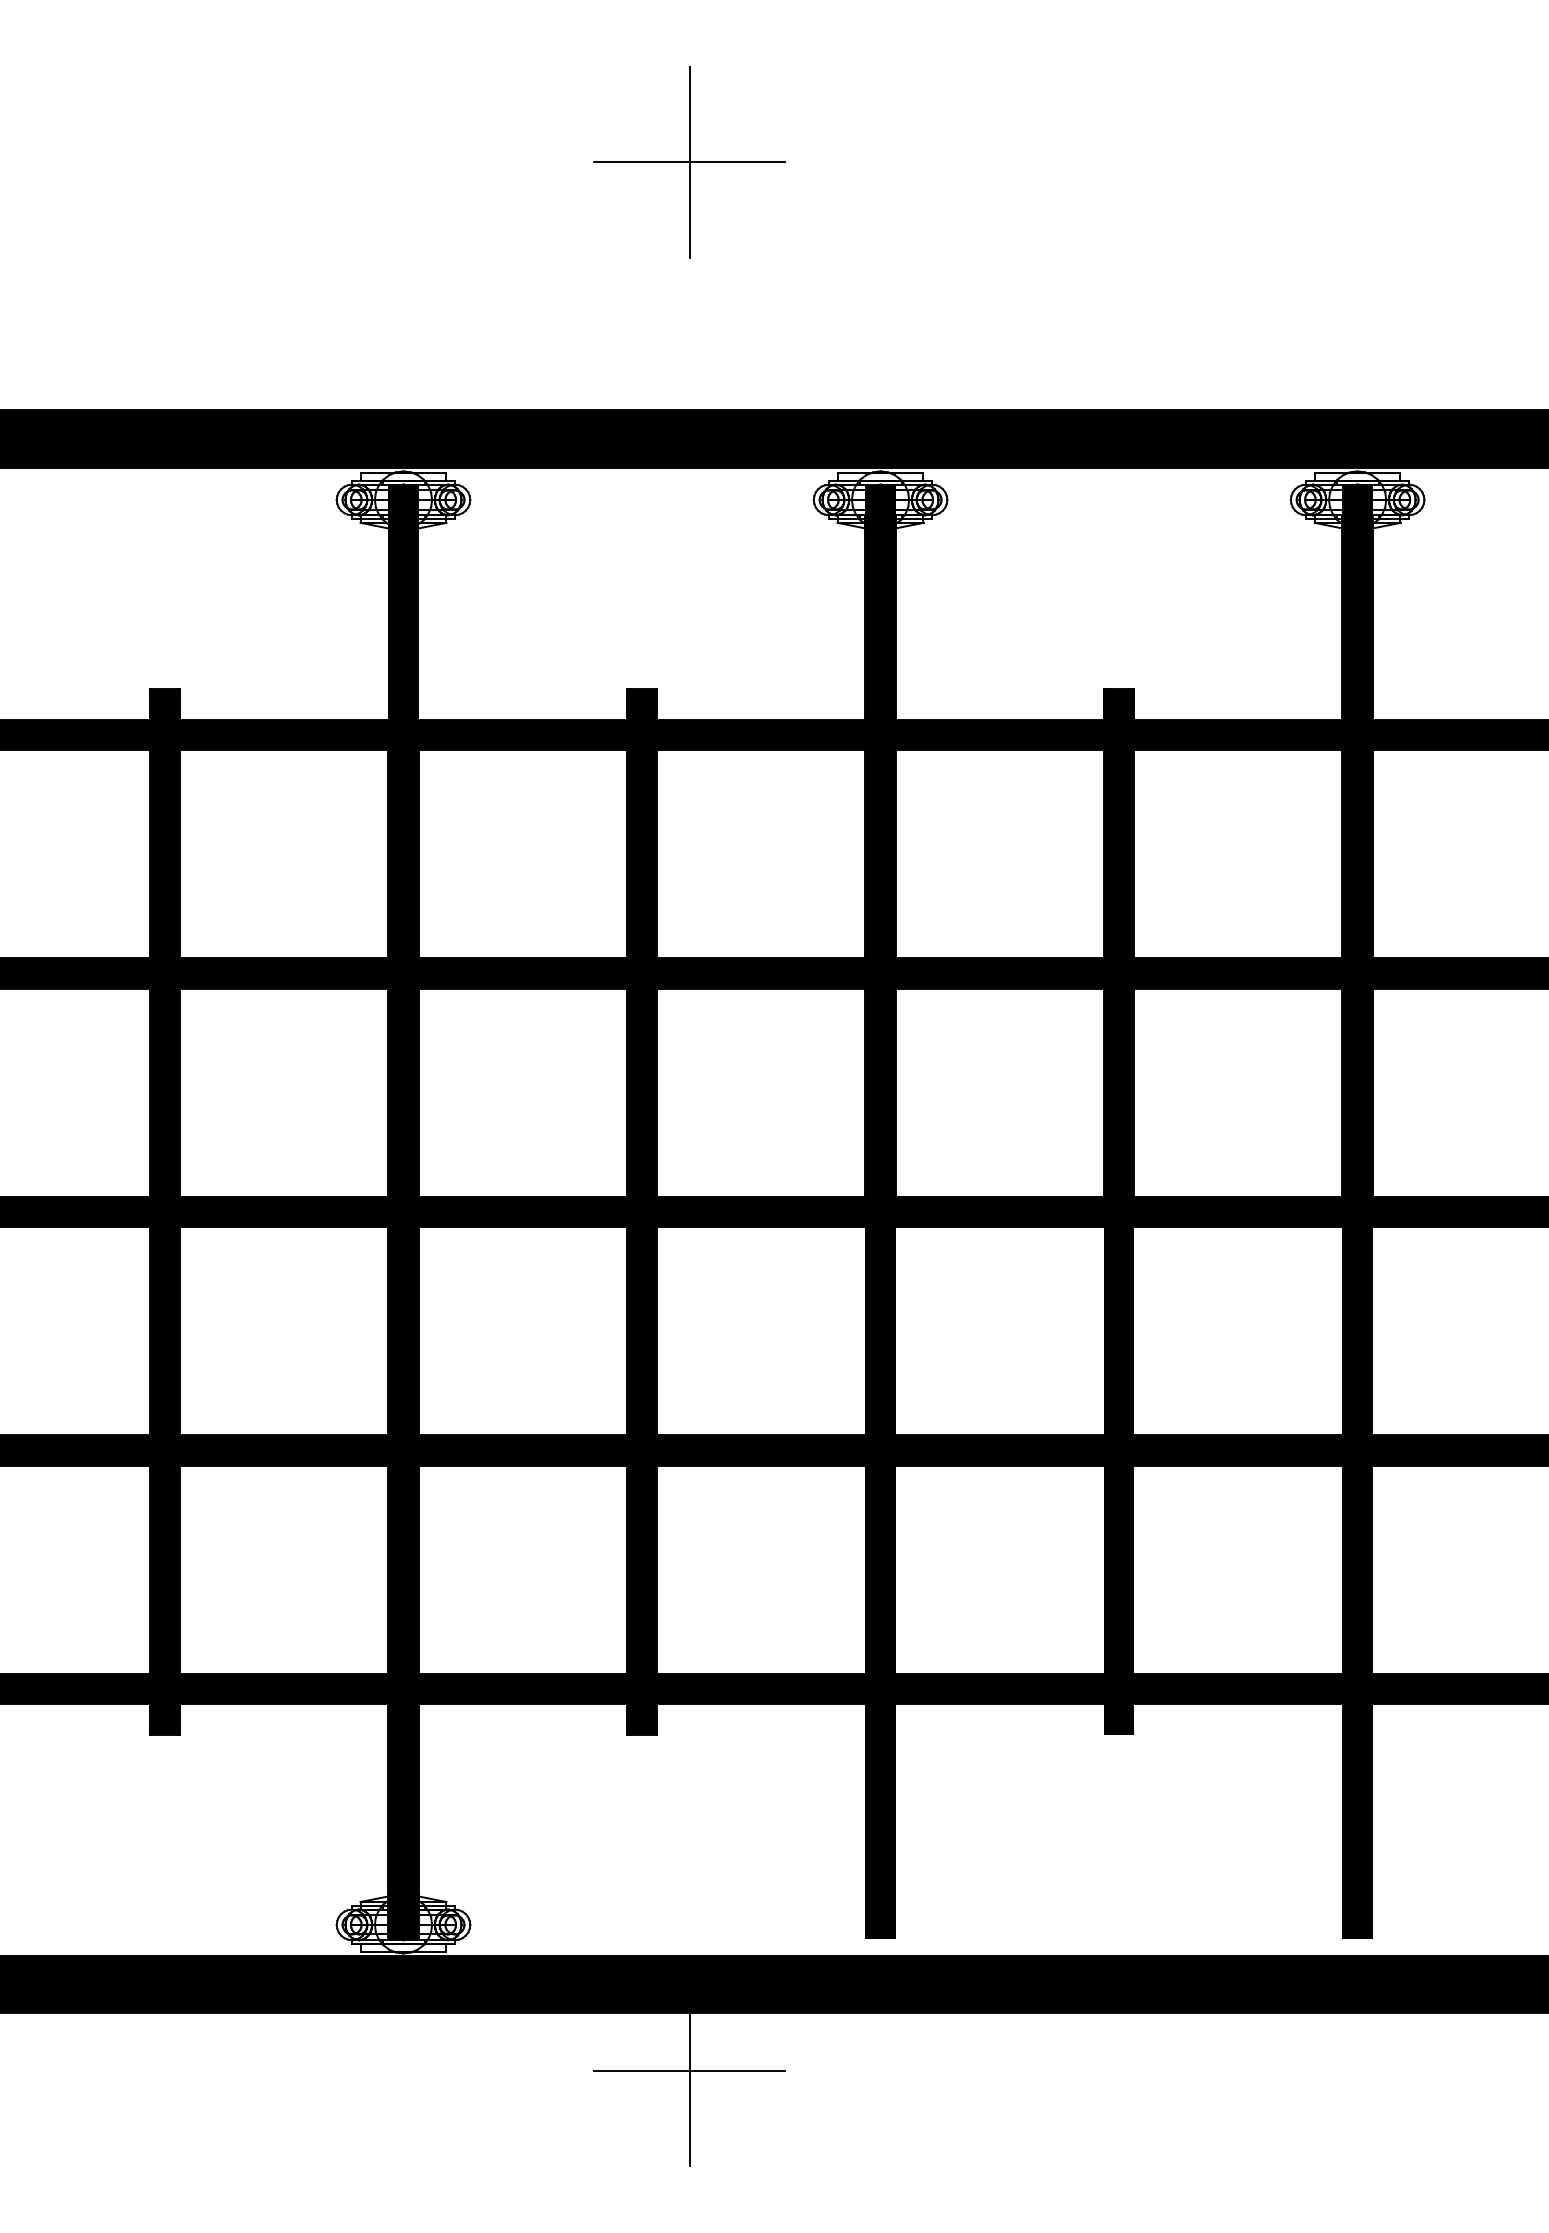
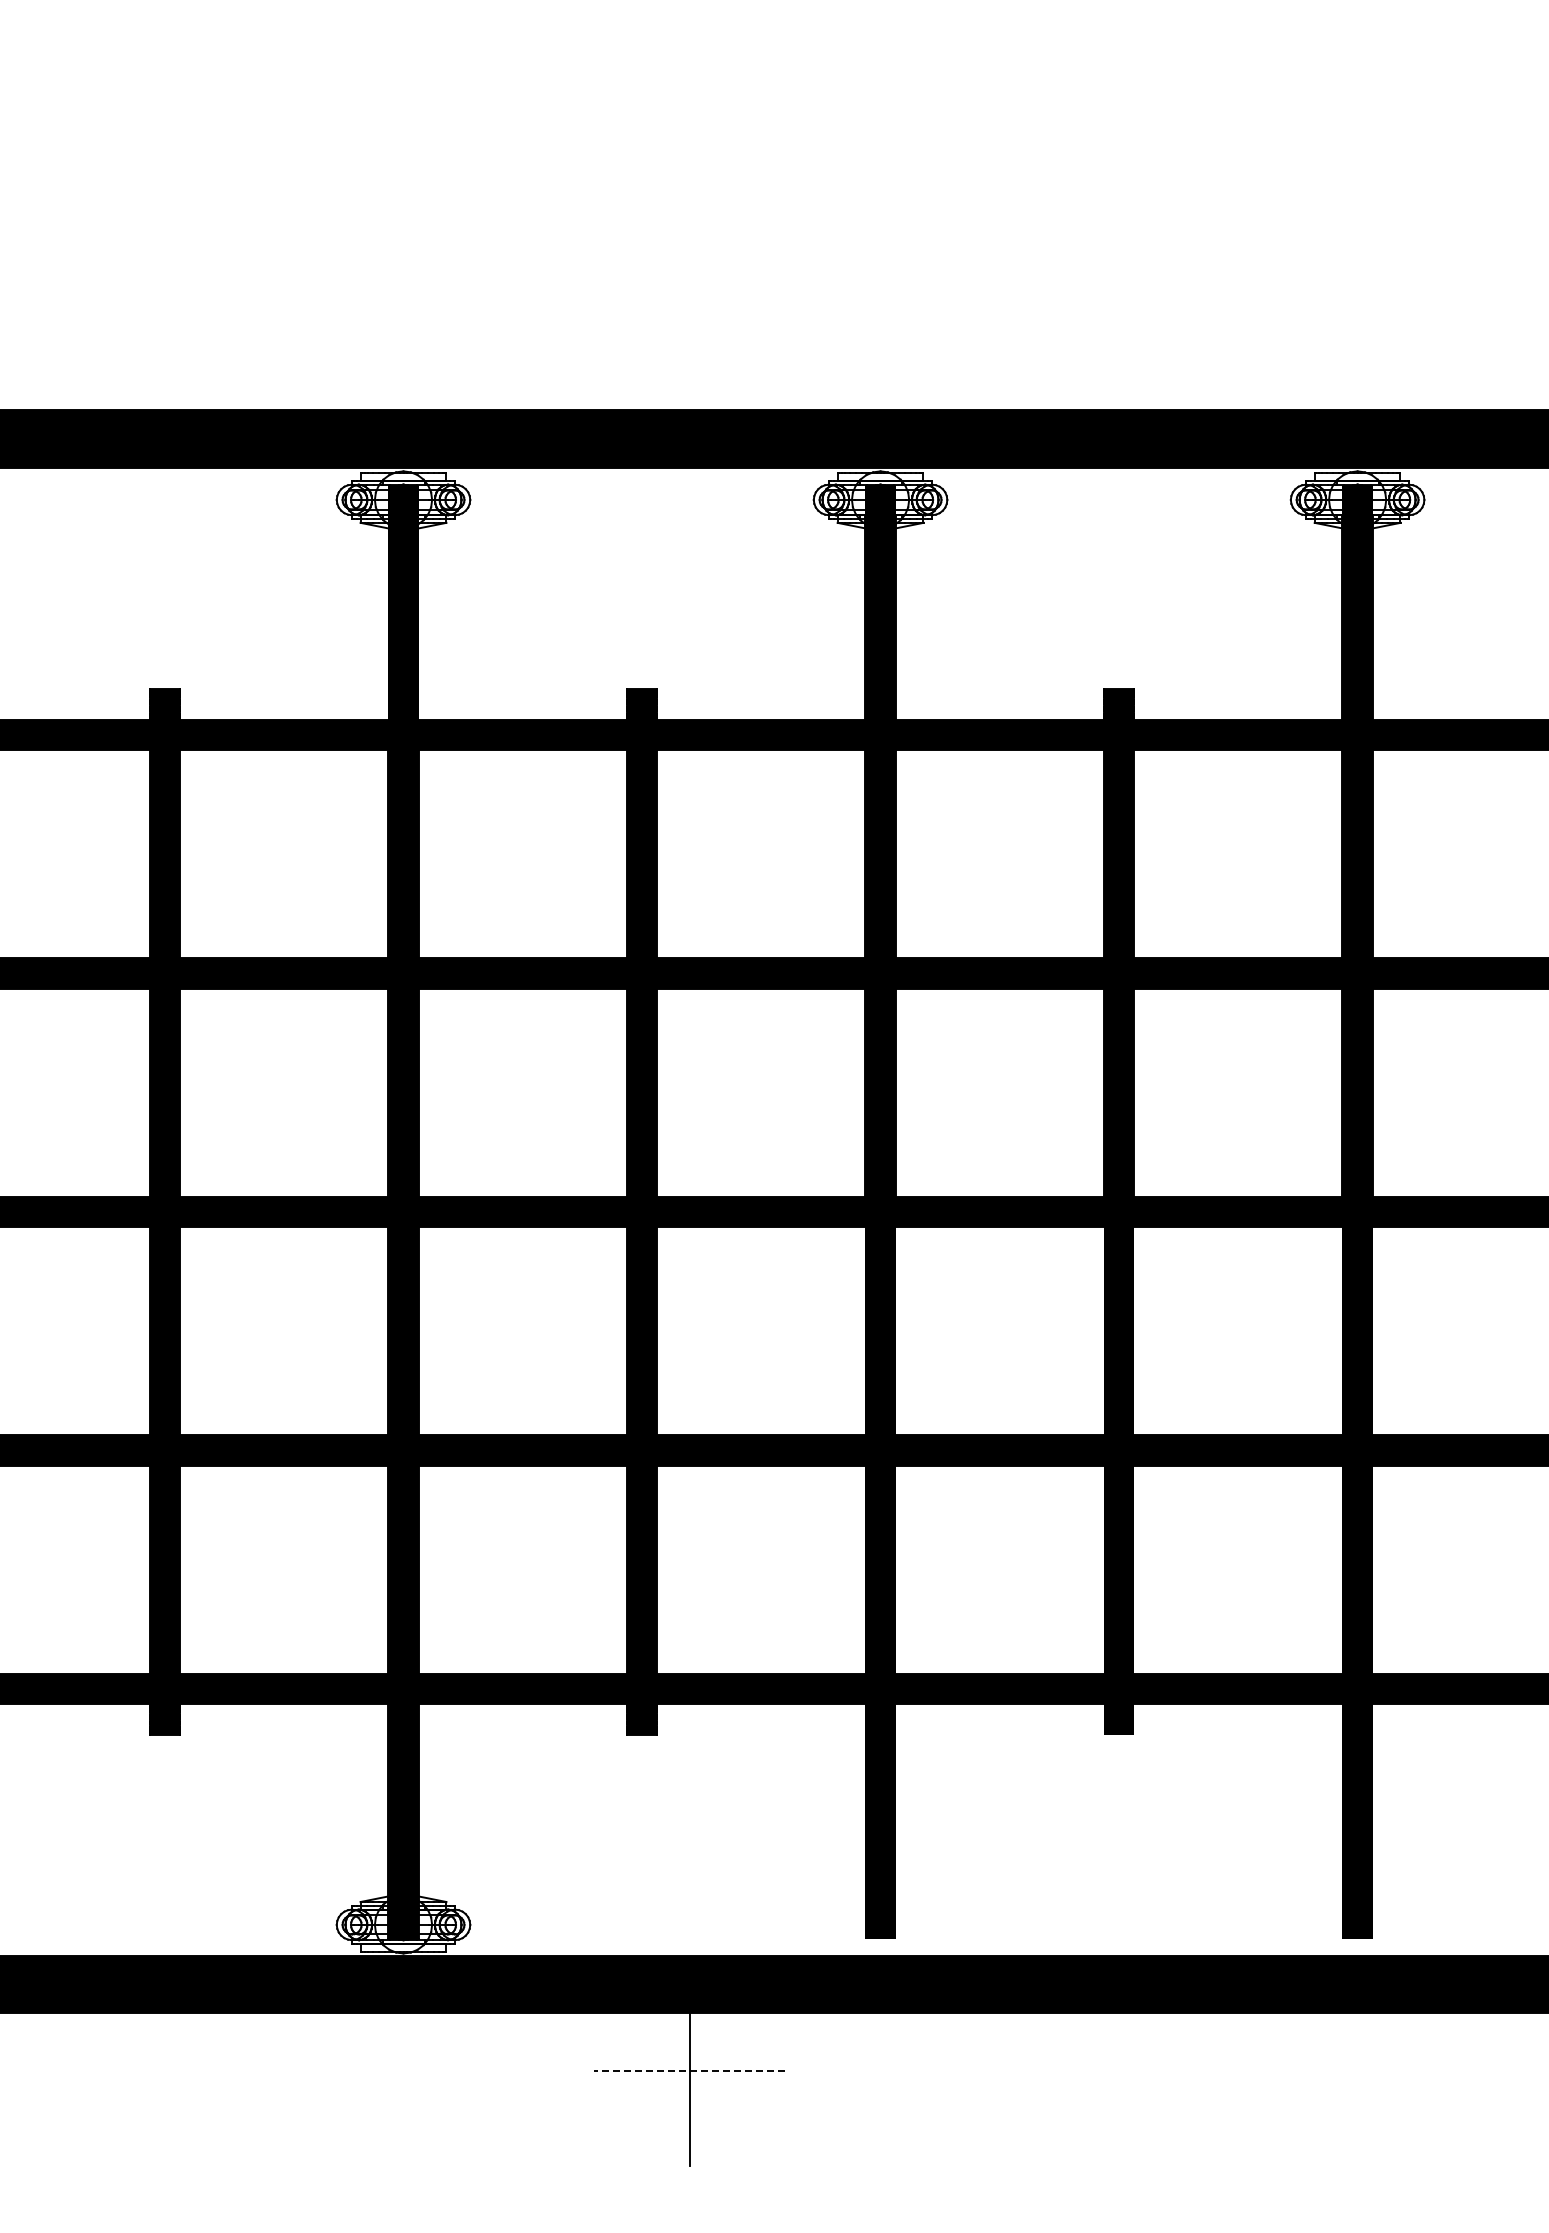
part at (689, 162): present -> none
line at (689, 2070): solid -> dashed
